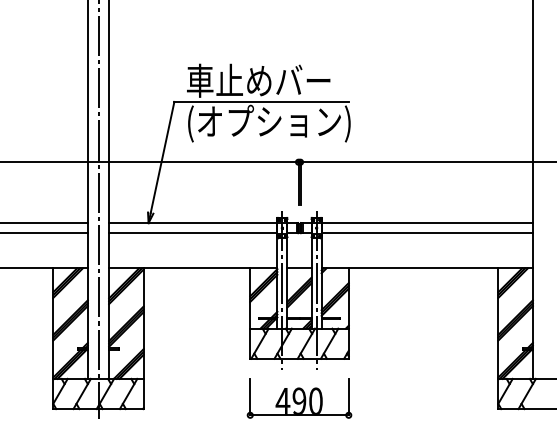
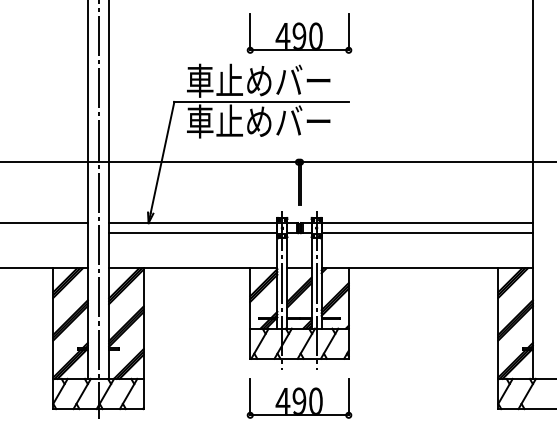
part at (299, 33): none -> present
text at (268, 123): (オプション) -> 車止めバー
line at (44, 233): present -> none
